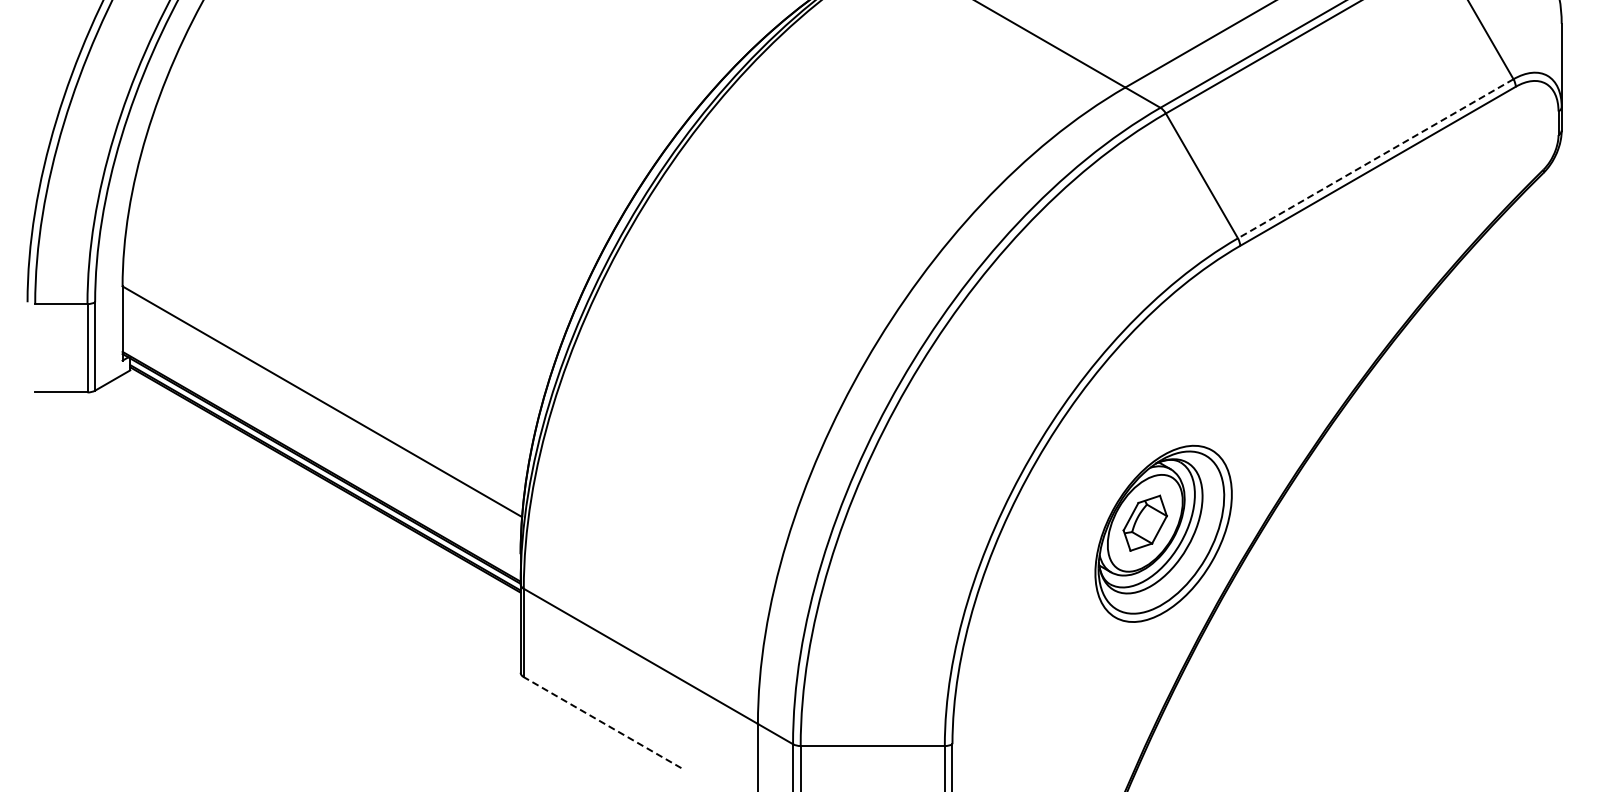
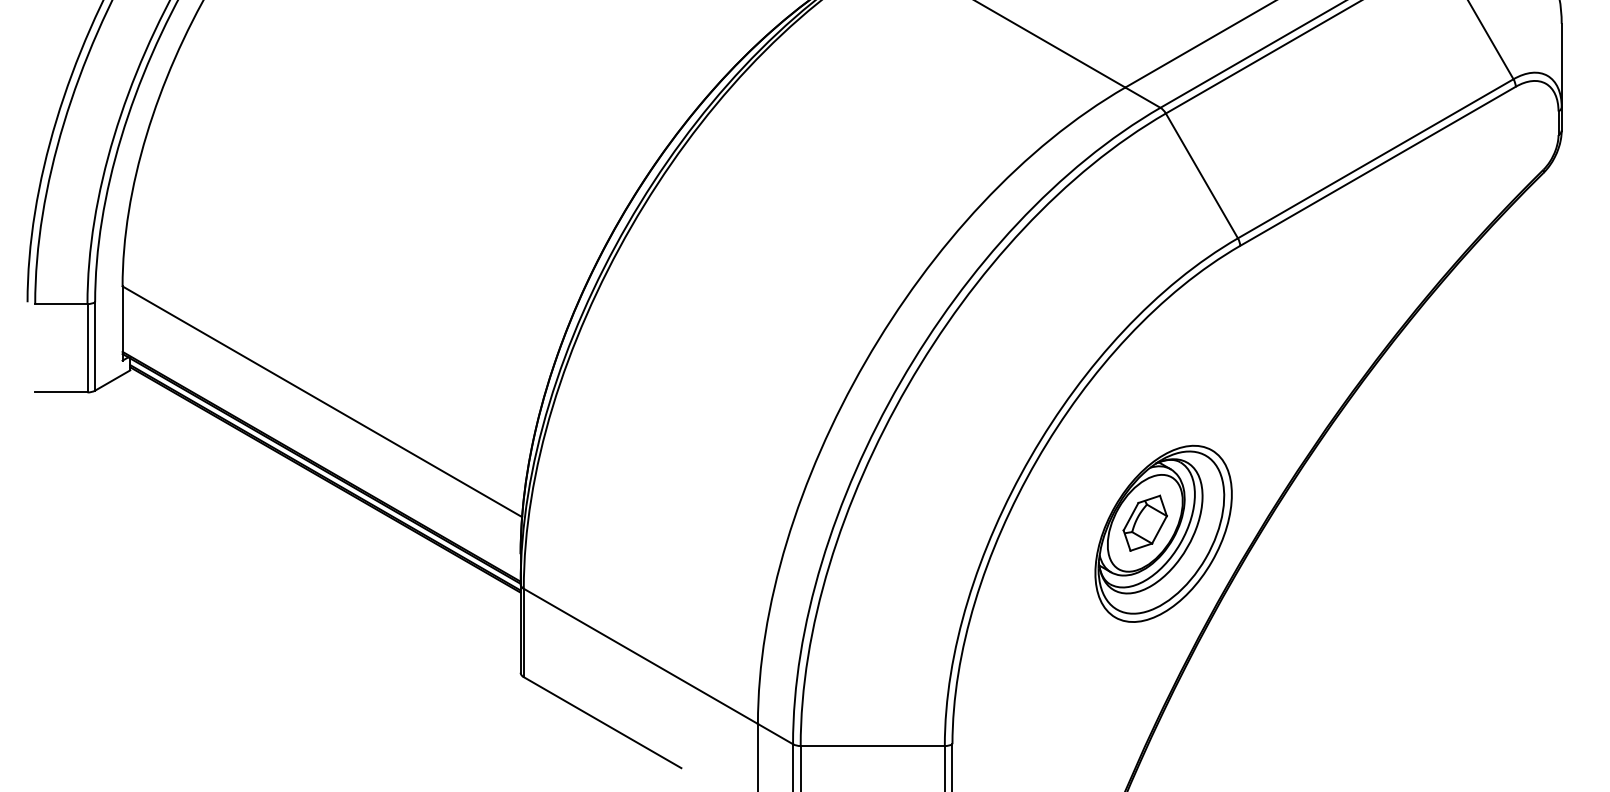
line at (1375, 159): dashed -> solid
line at (602, 722): dashed -> solid
